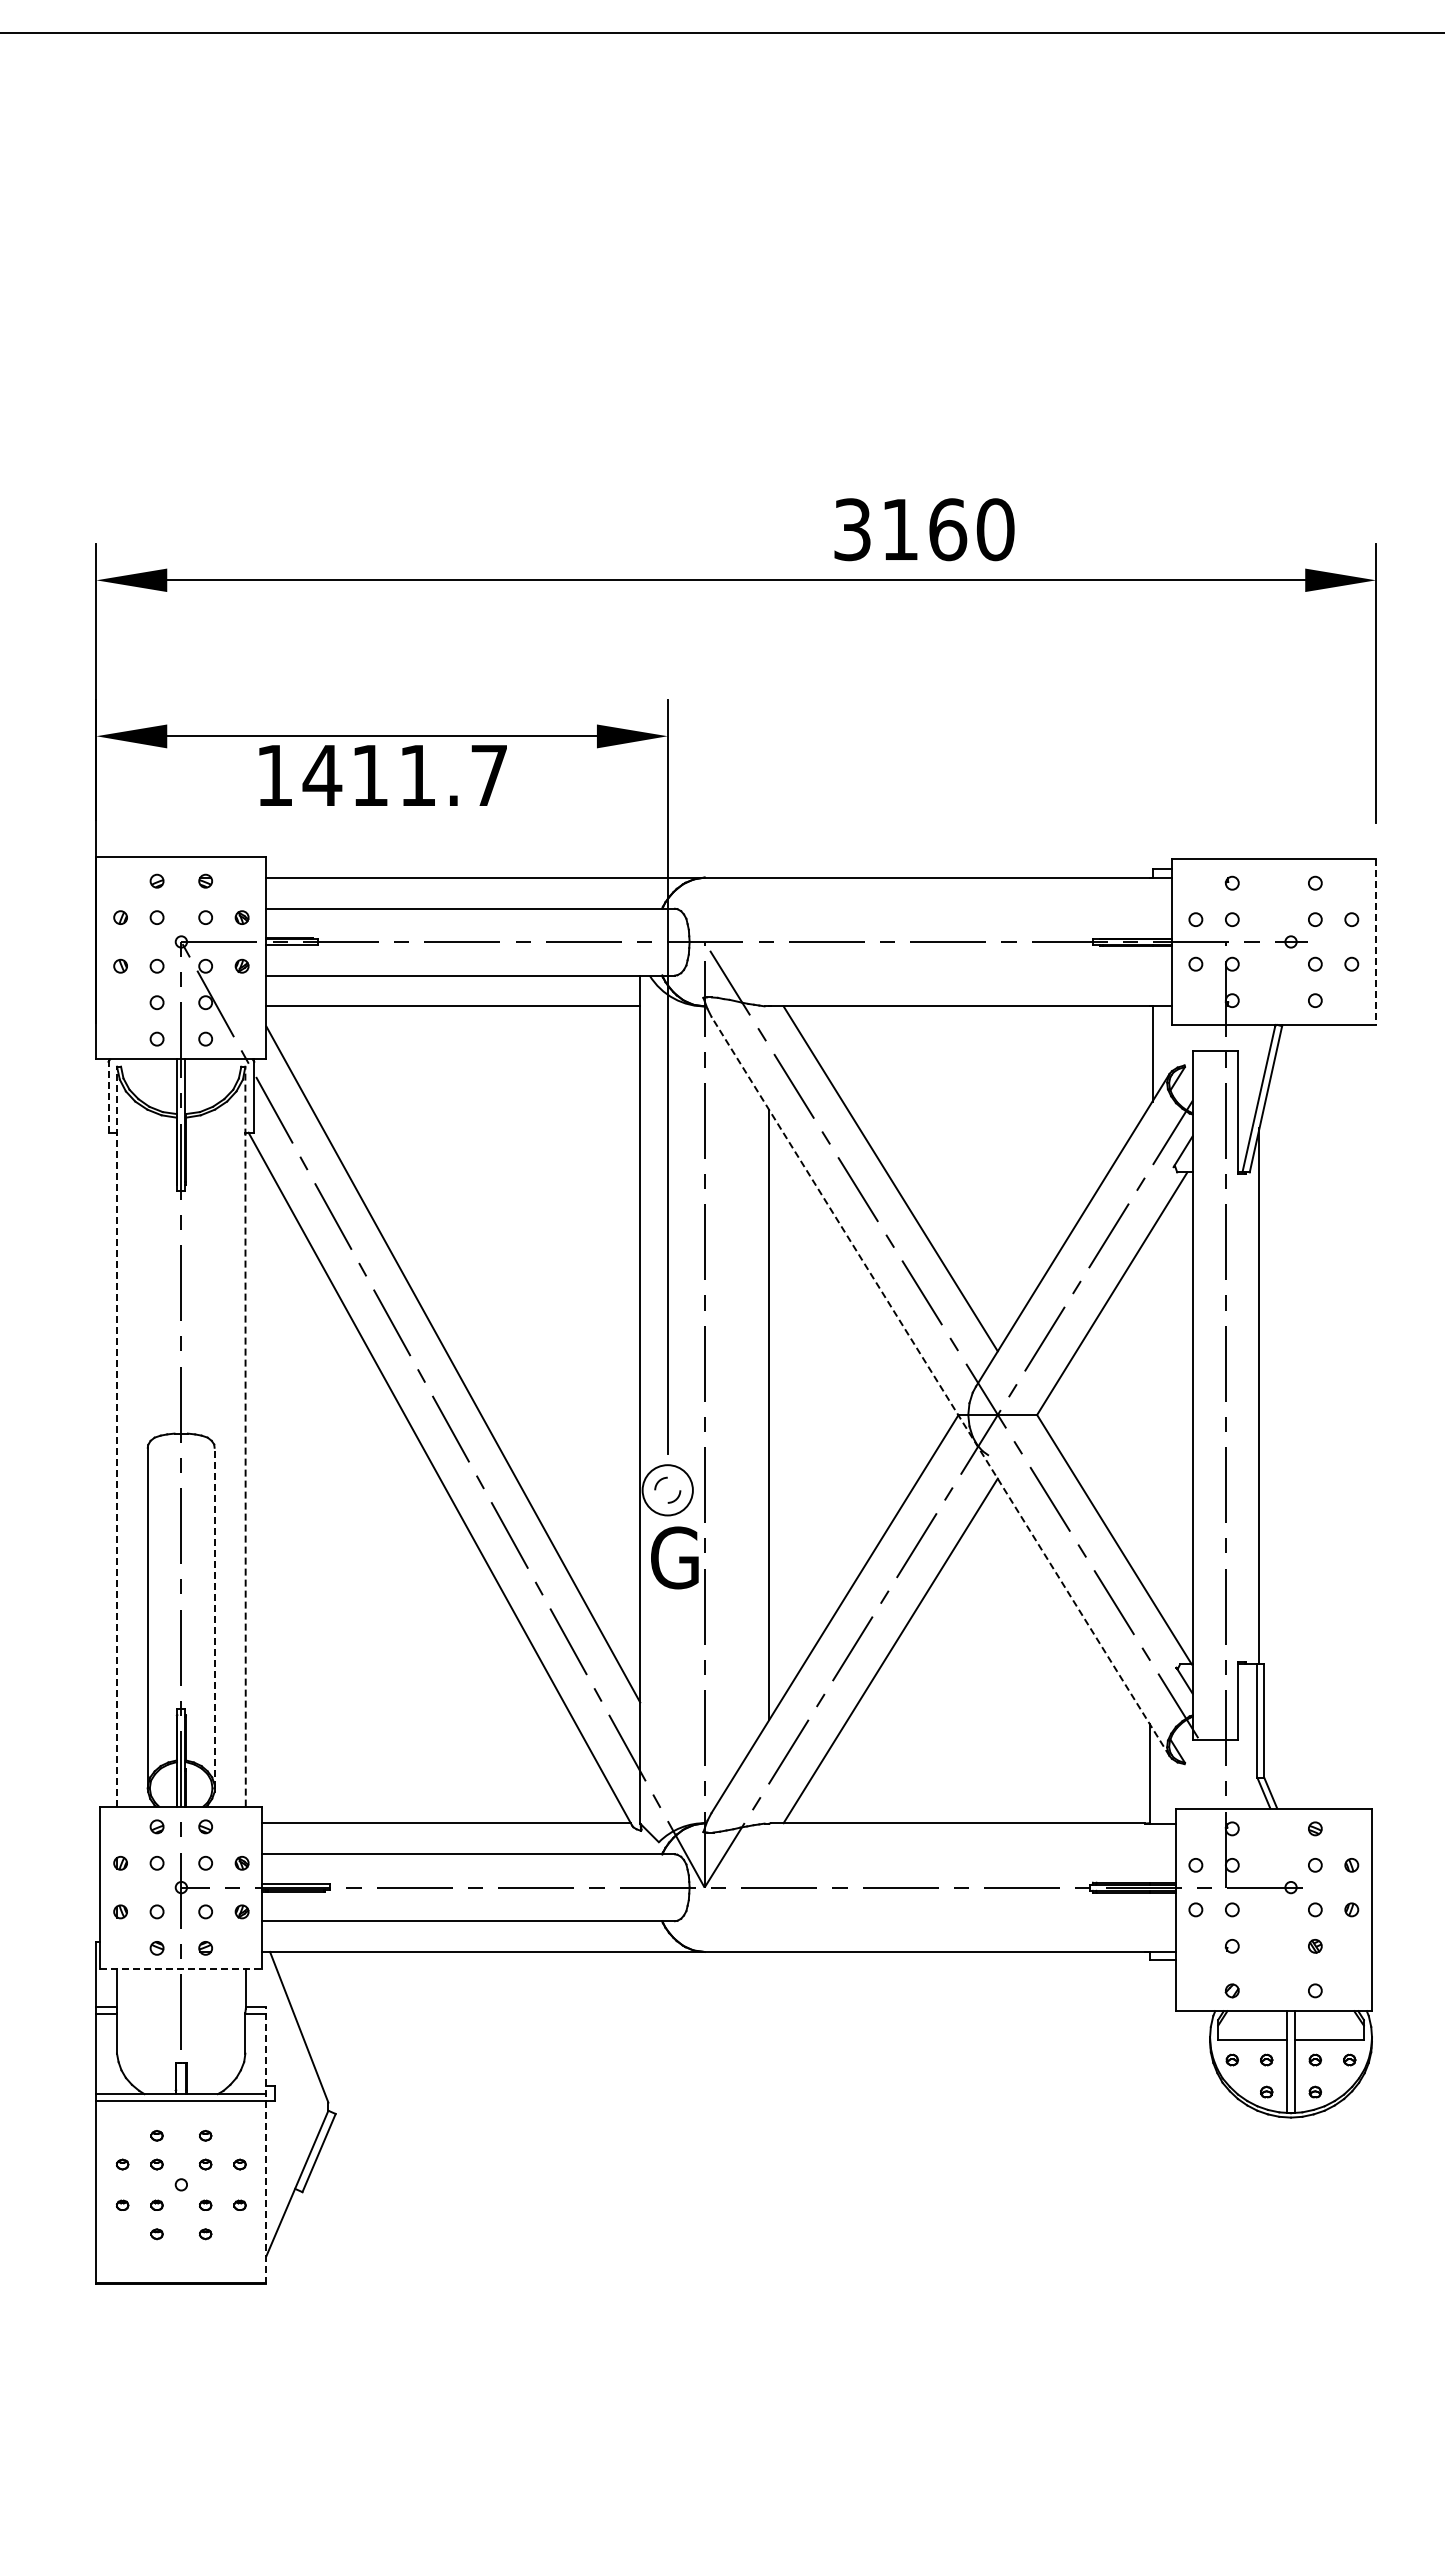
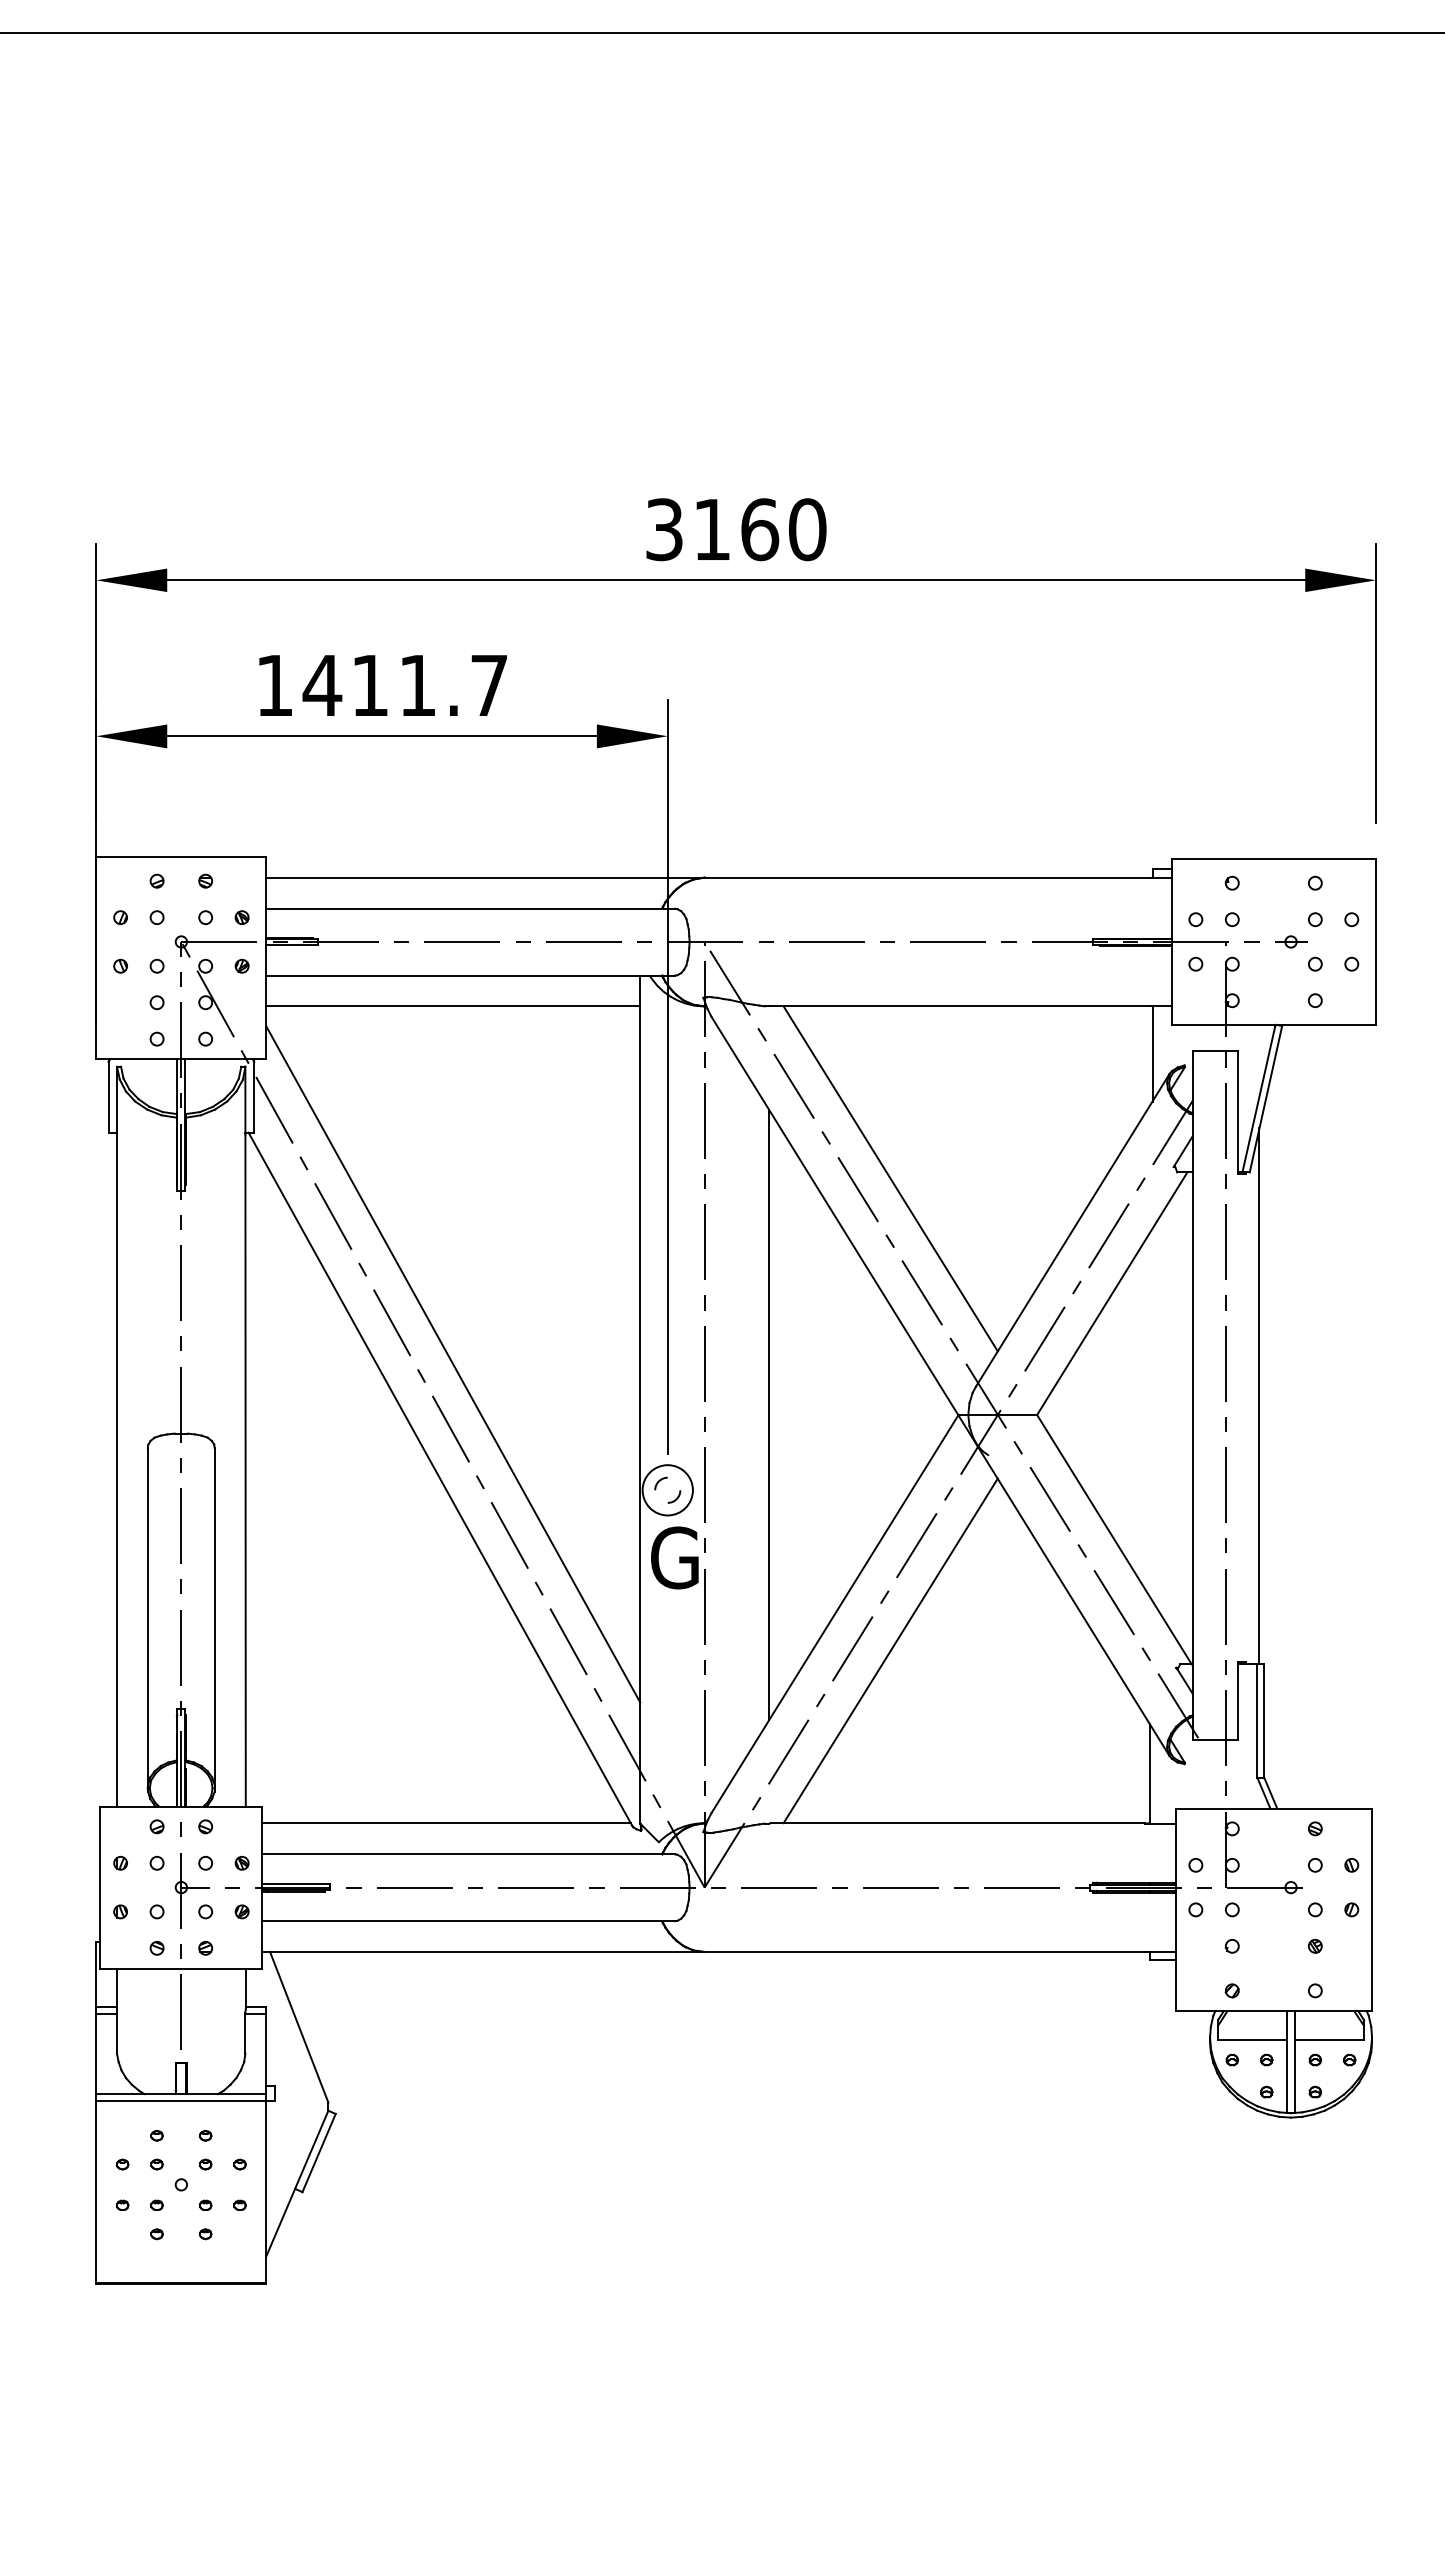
text at (924, 529) position: (924, 529) -> (736, 529)
text at (382, 775) position: (382, 775) -> (382, 685)
line at (1376, 942): dashed -> solid
line at (108, 1096): dashed -> solid
line at (940, 1386): dashed -> solid
line at (117, 1436): dashed -> solid
line at (245, 1436): dashed -> solid
line at (214, 1617): dashed -> solid
line at (181, 1968): dashed -> solid
line at (266, 2145): dashed -> solid
